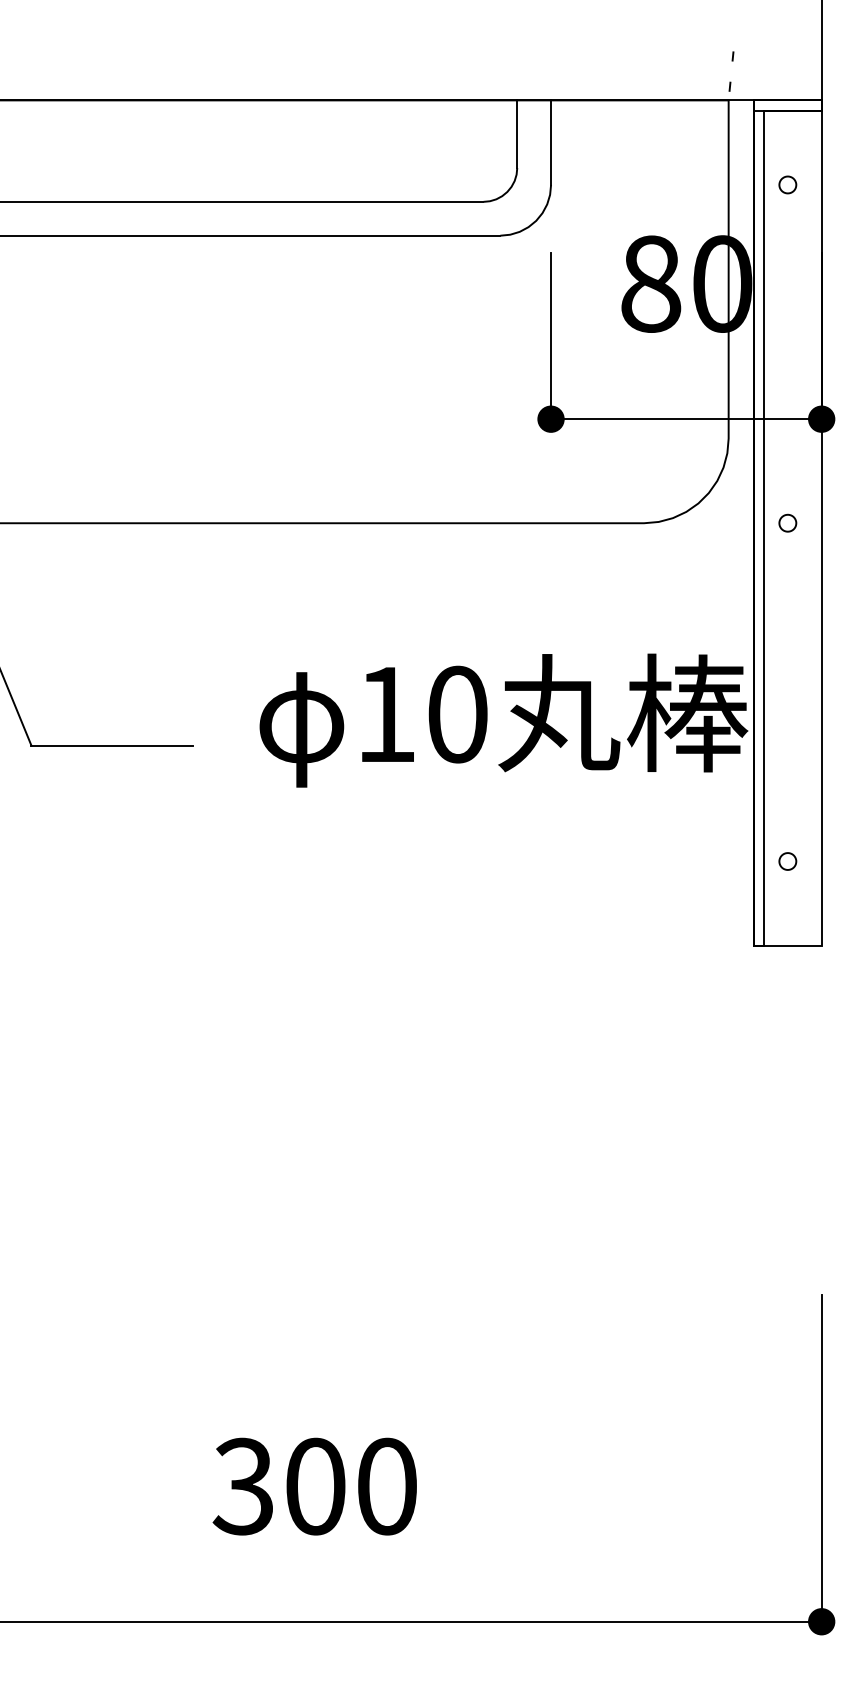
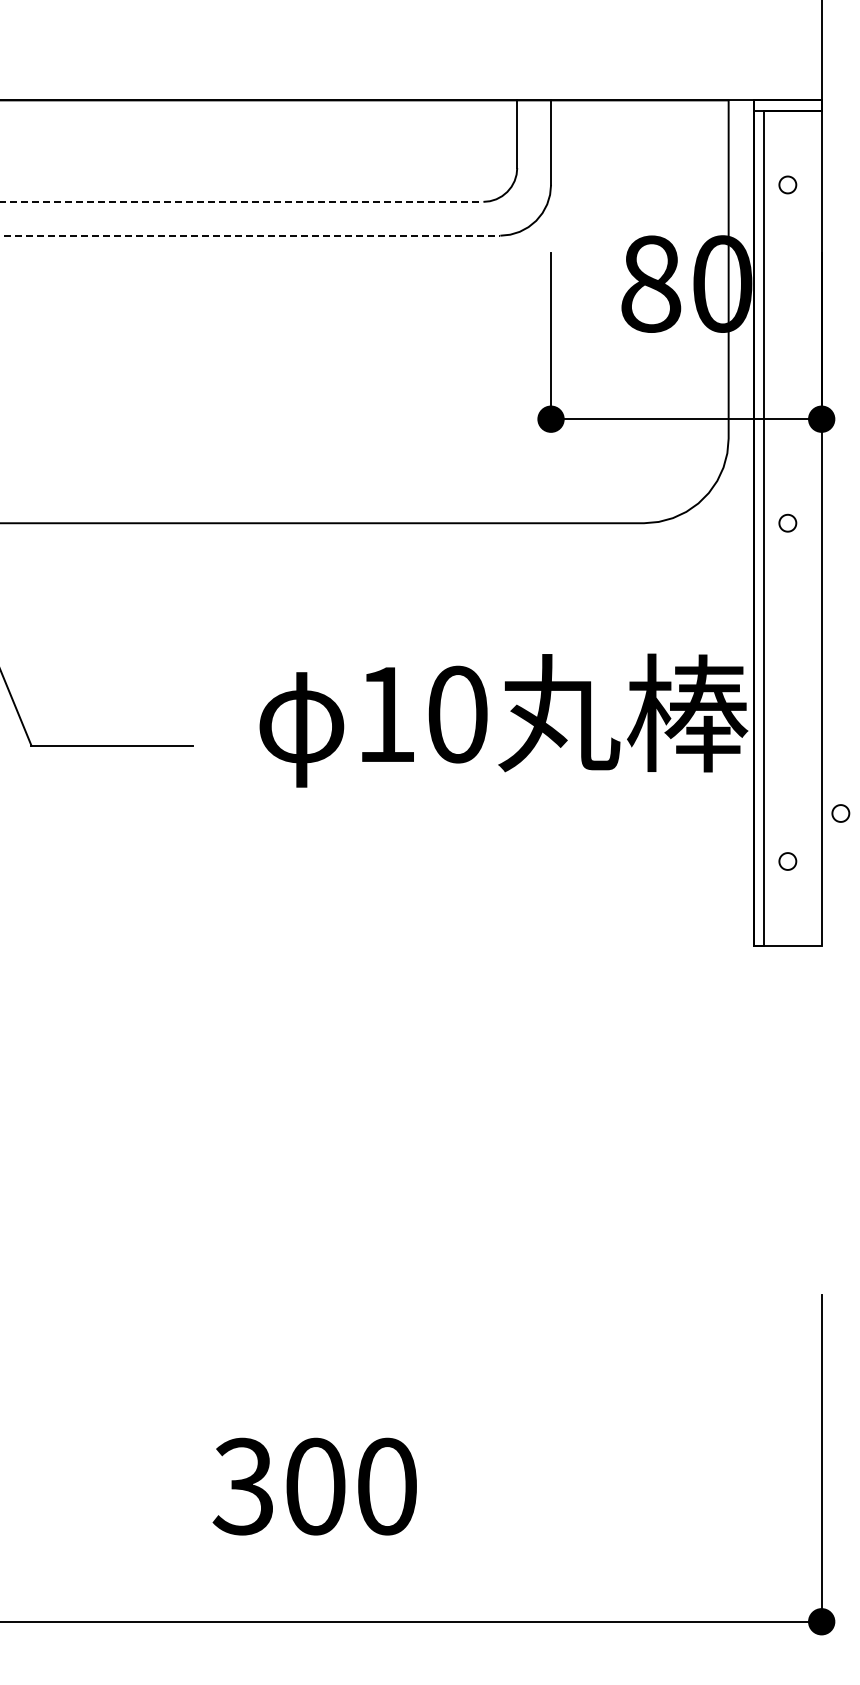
line at (731, 61): present -> none
line at (242, 201): solid -> dashed
line at (250, 235): solid -> dashed
part at (840, 813): none -> present
